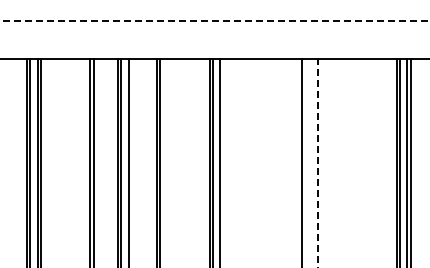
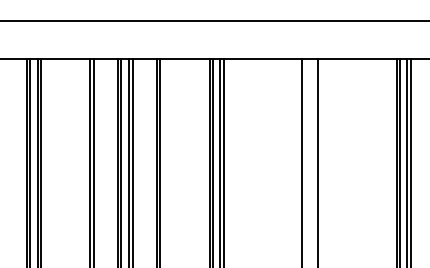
line at (214, 20): dashed -> solid
line at (132, 161): none -> present
line at (223, 161): none -> present
line at (318, 162): dashed -> solid
